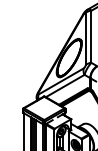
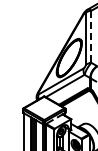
line at (91, 37): solid -> dashed
